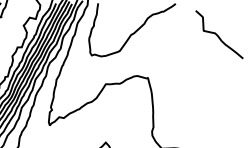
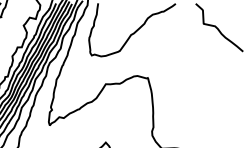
curve at (218, 35) position: (218, 35) -> (218, 28)
